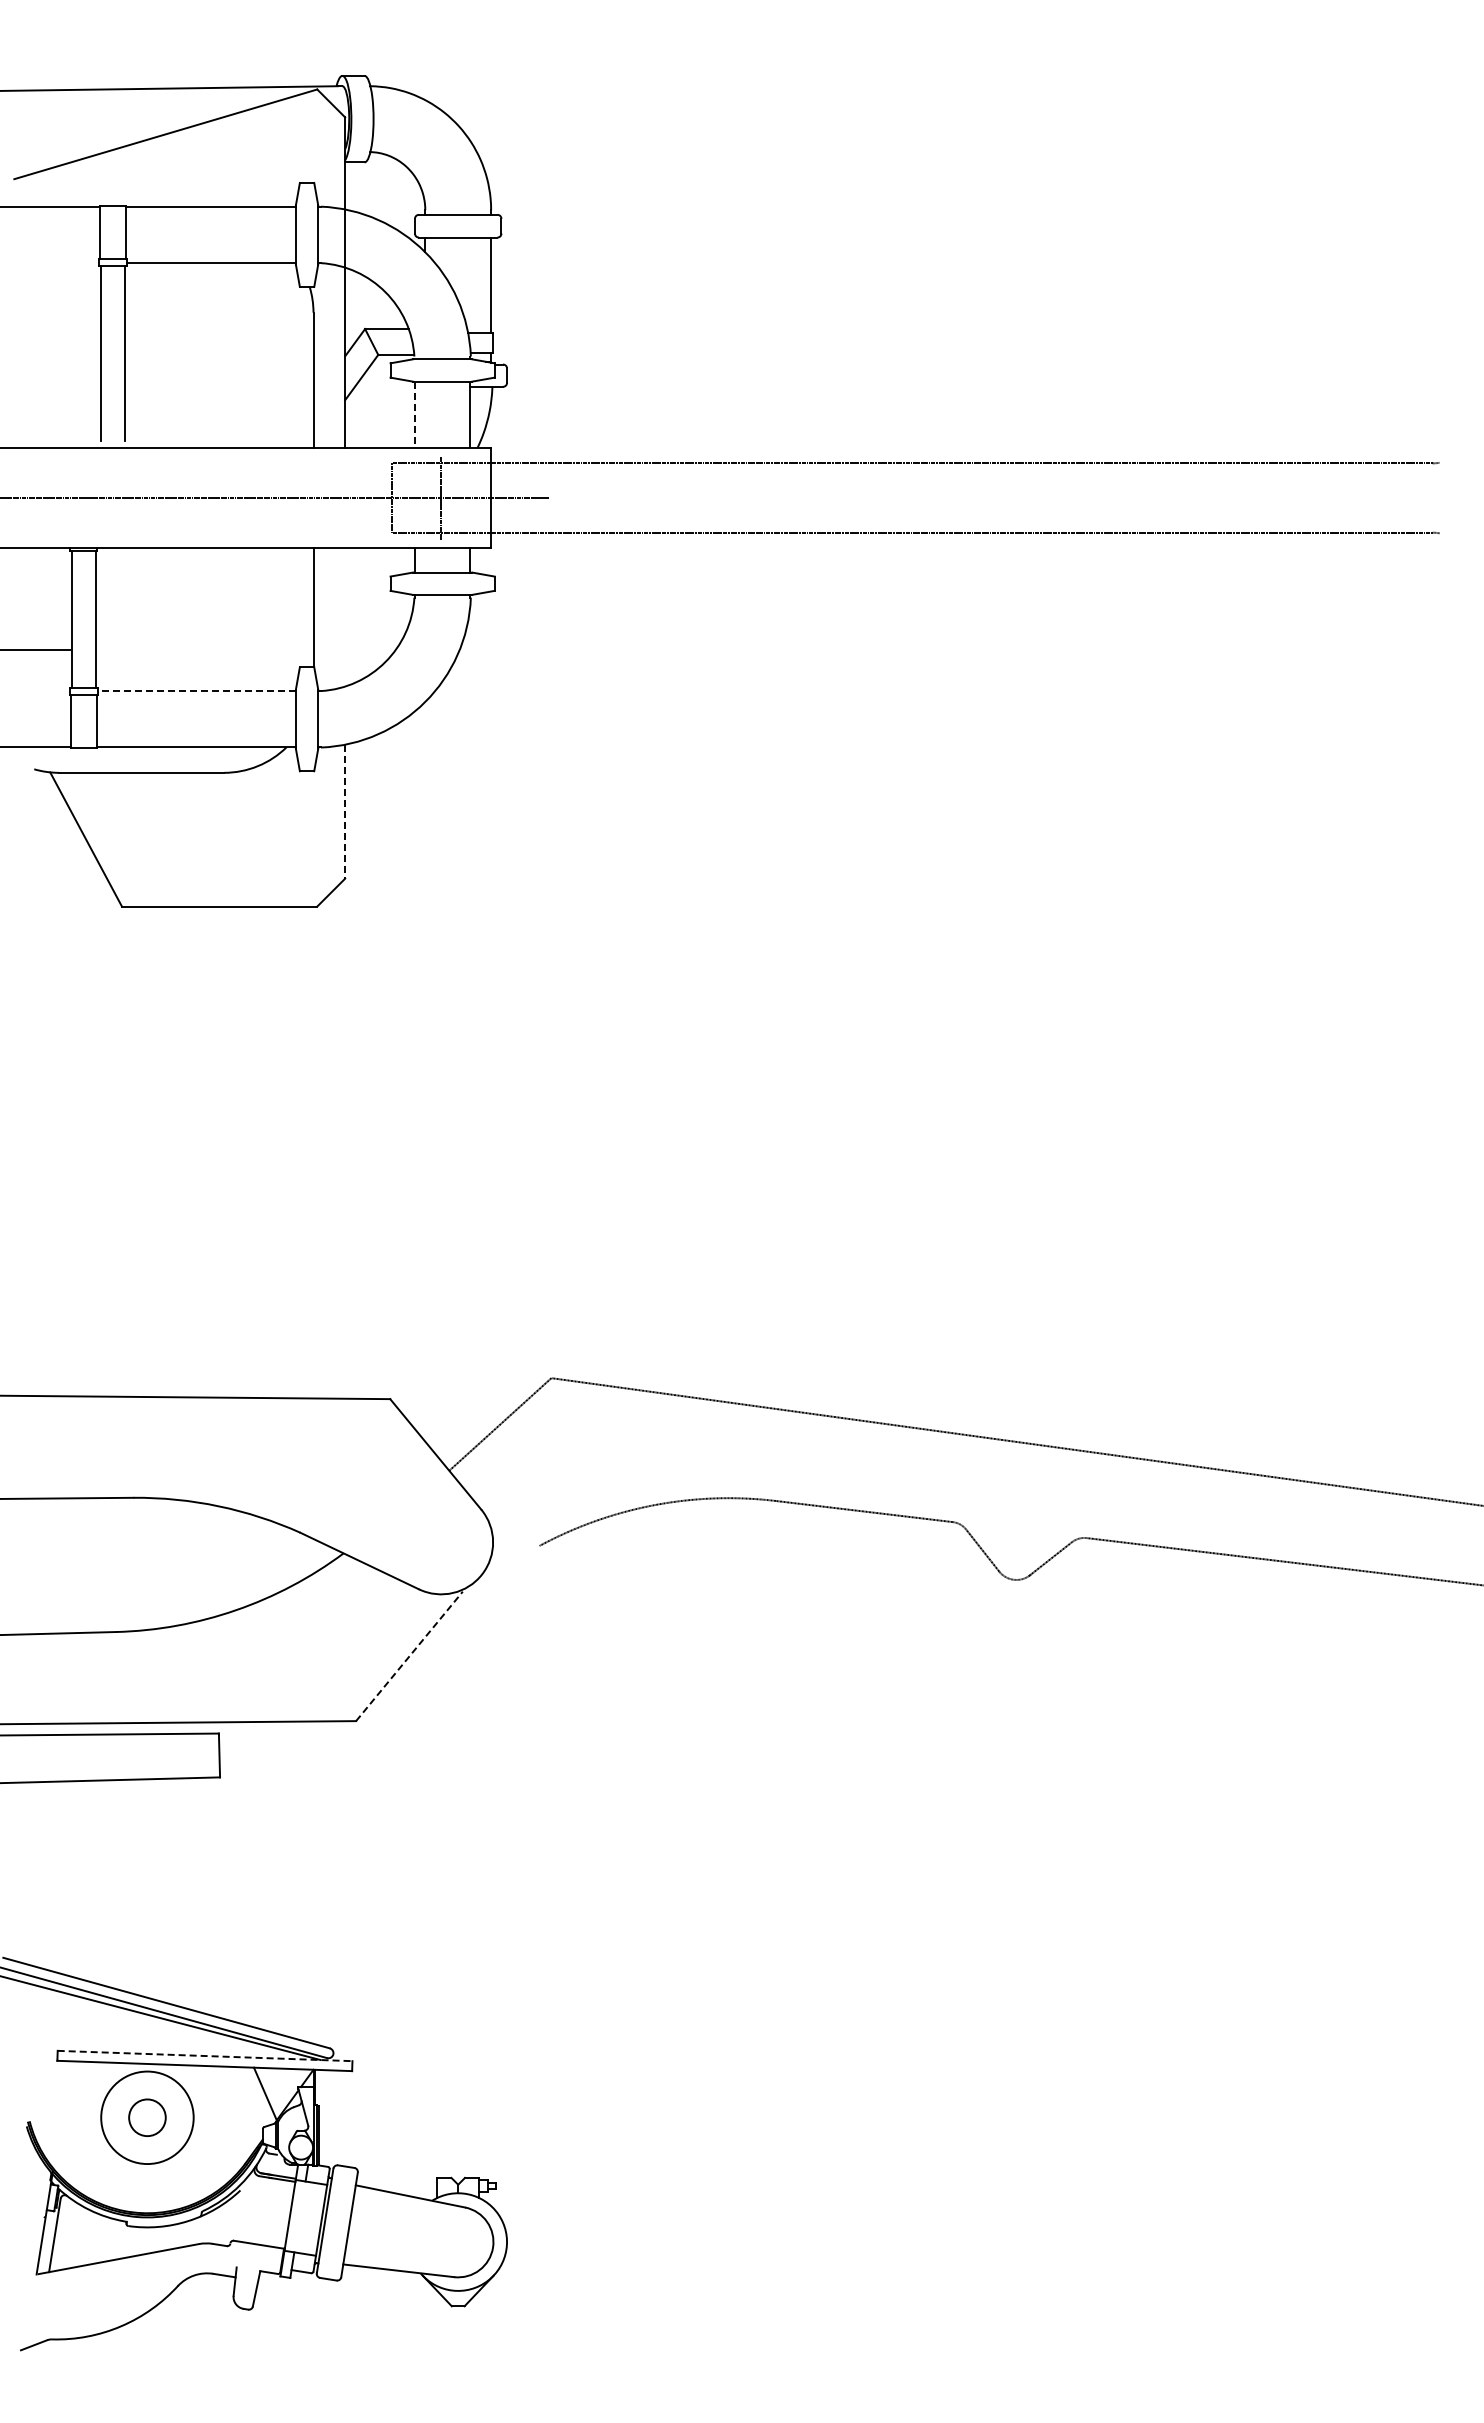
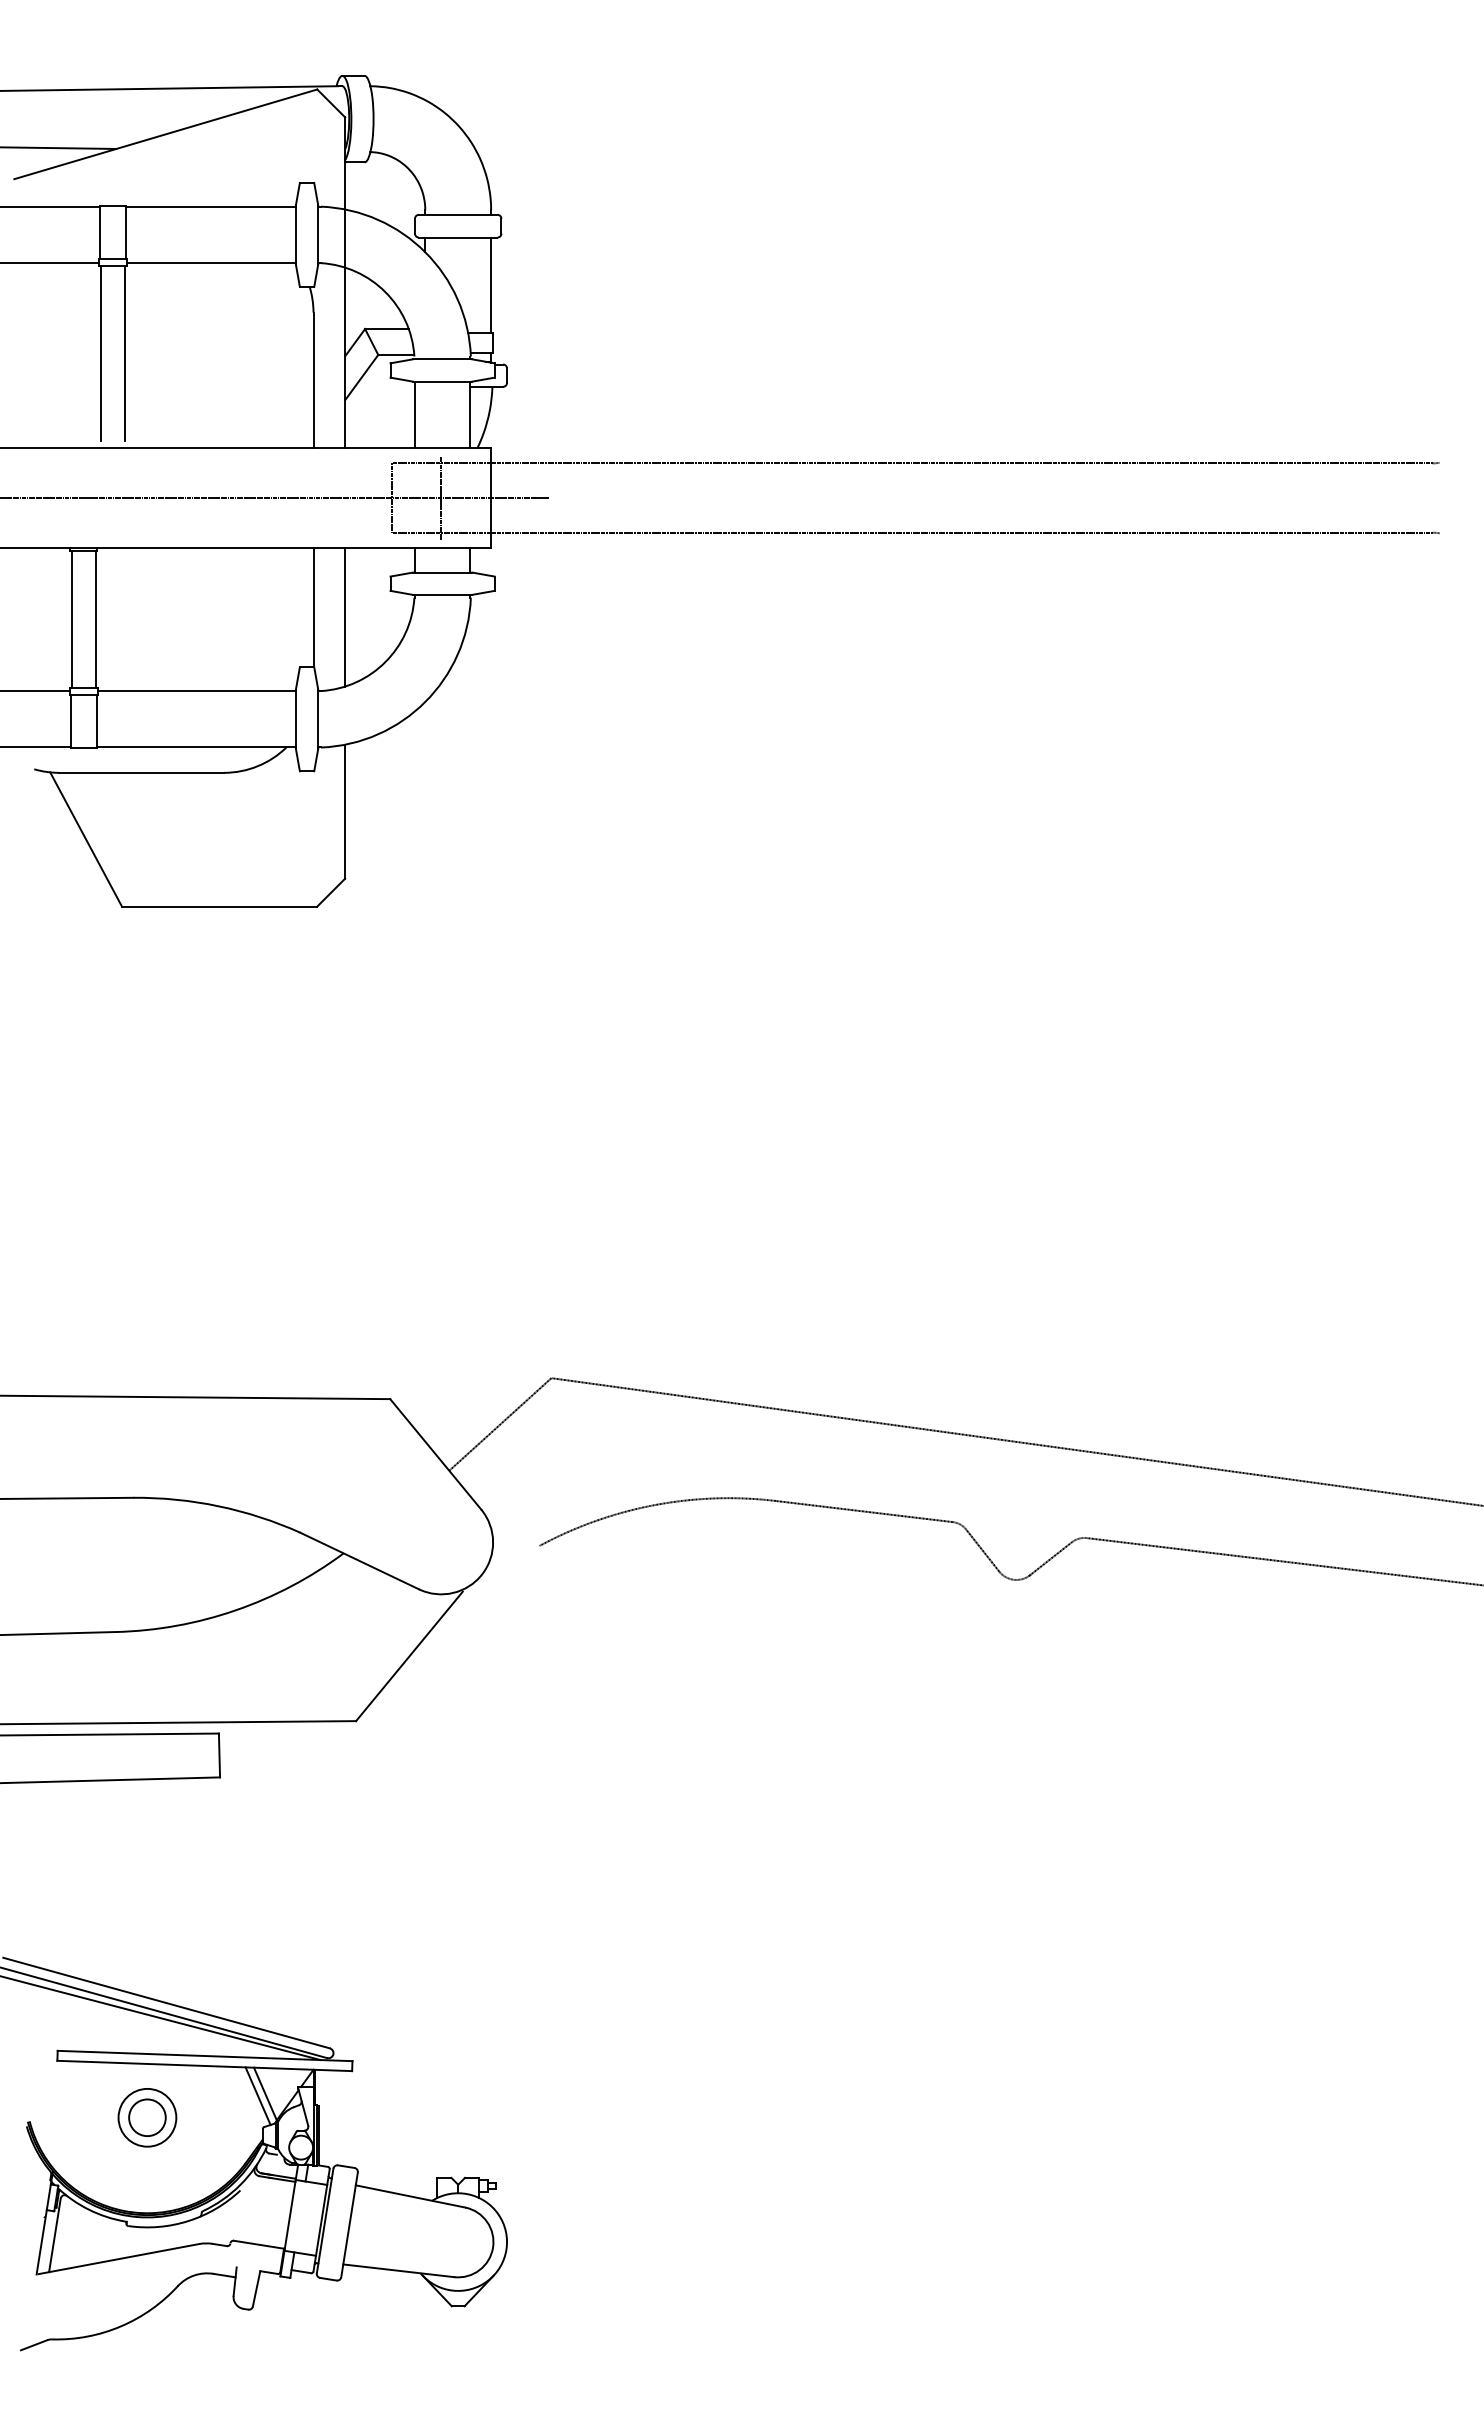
line at (59, 147): none -> present
line at (50, 262): none -> present
line at (414, 414): dashed -> solid
line at (345, 616): none -> present
line at (35, 650) position: (35, 650) -> (35, 691)
line at (196, 691): dashed -> solid
line at (345, 811): dashed -> solid
line at (409, 1656): dashed -> solid
line at (205, 2056): dashed -> solid
line at (257, 2095): none -> present
circle at (147, 2117) diameter: 92 px -> 58 px
